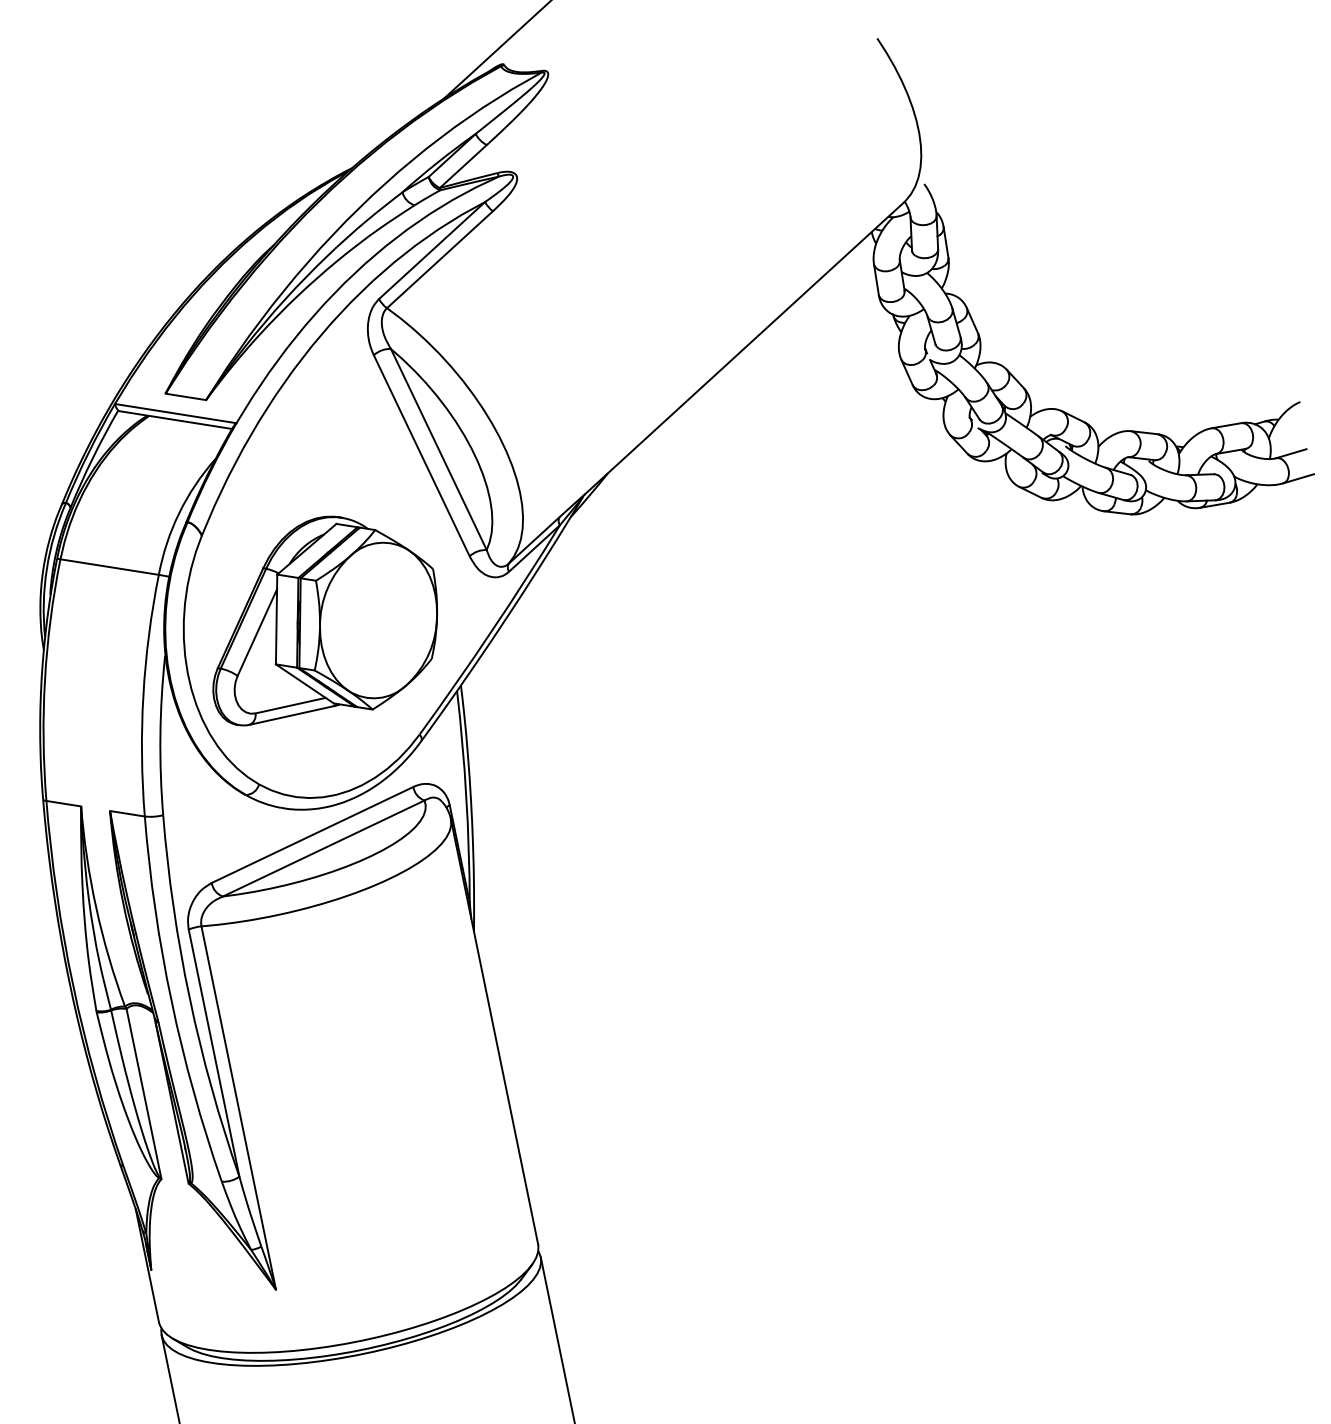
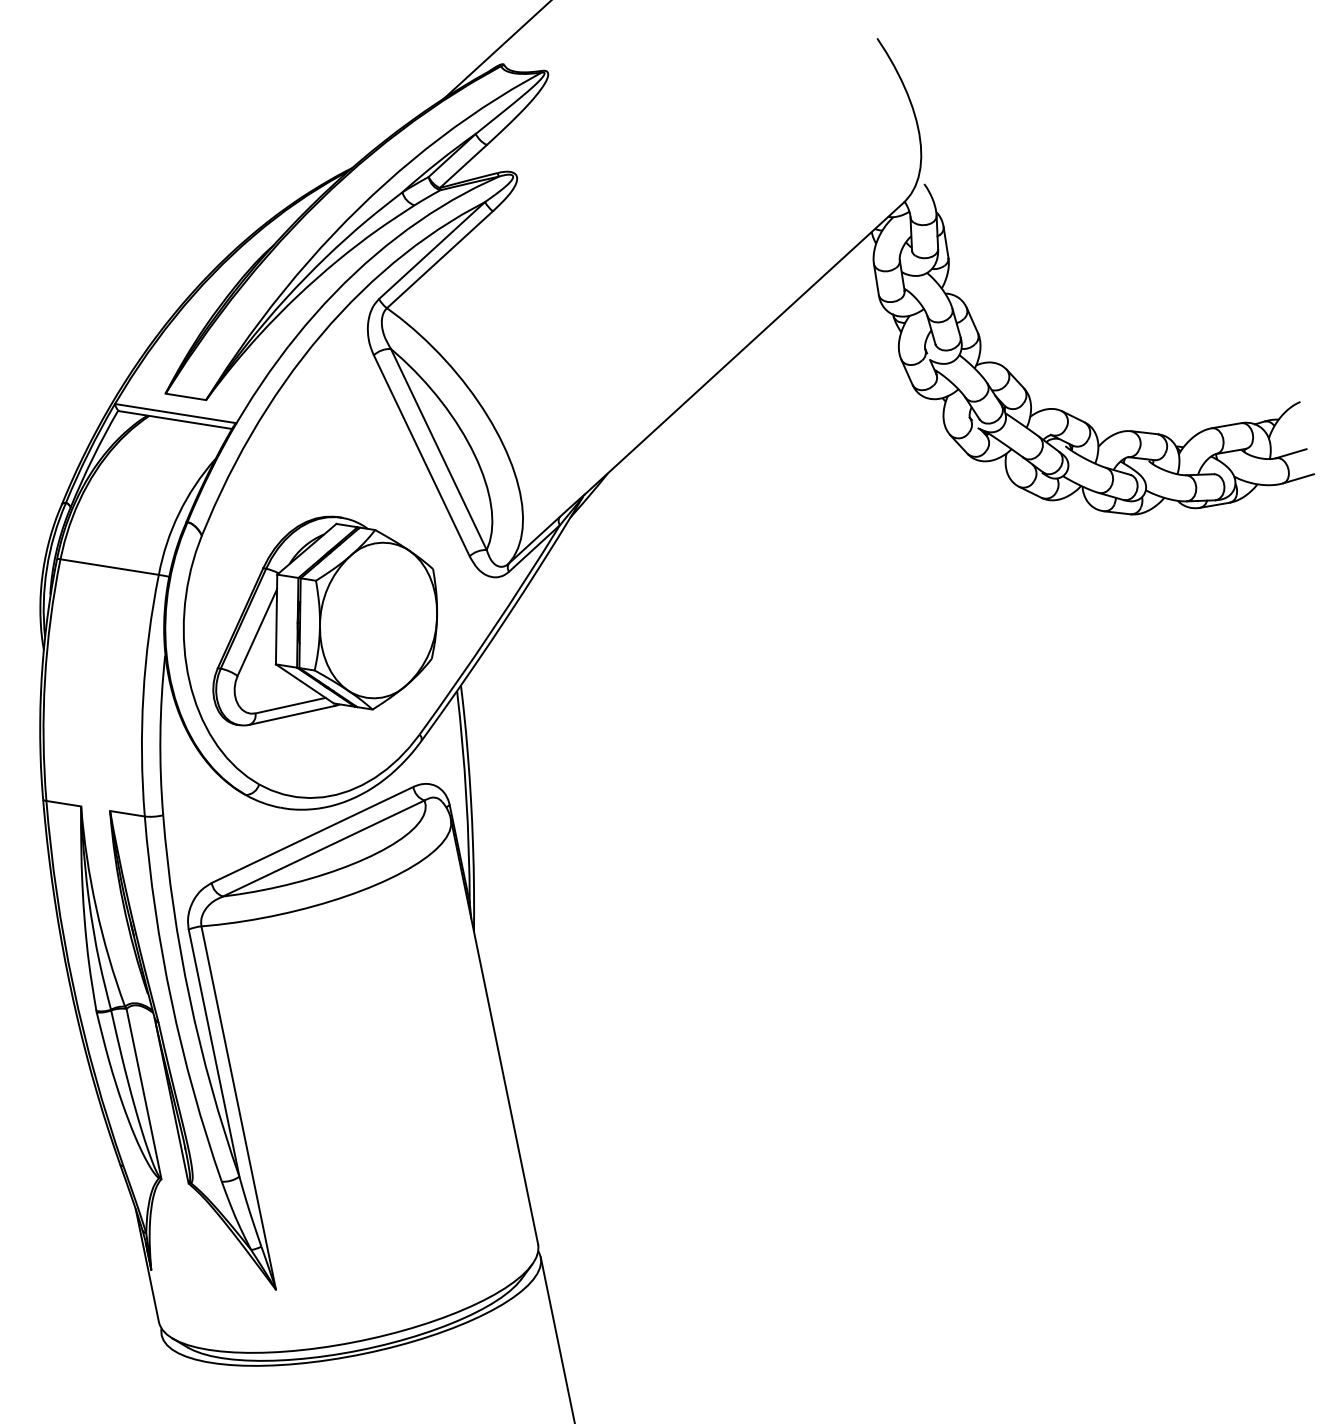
line at (170, 1377): present -> none
